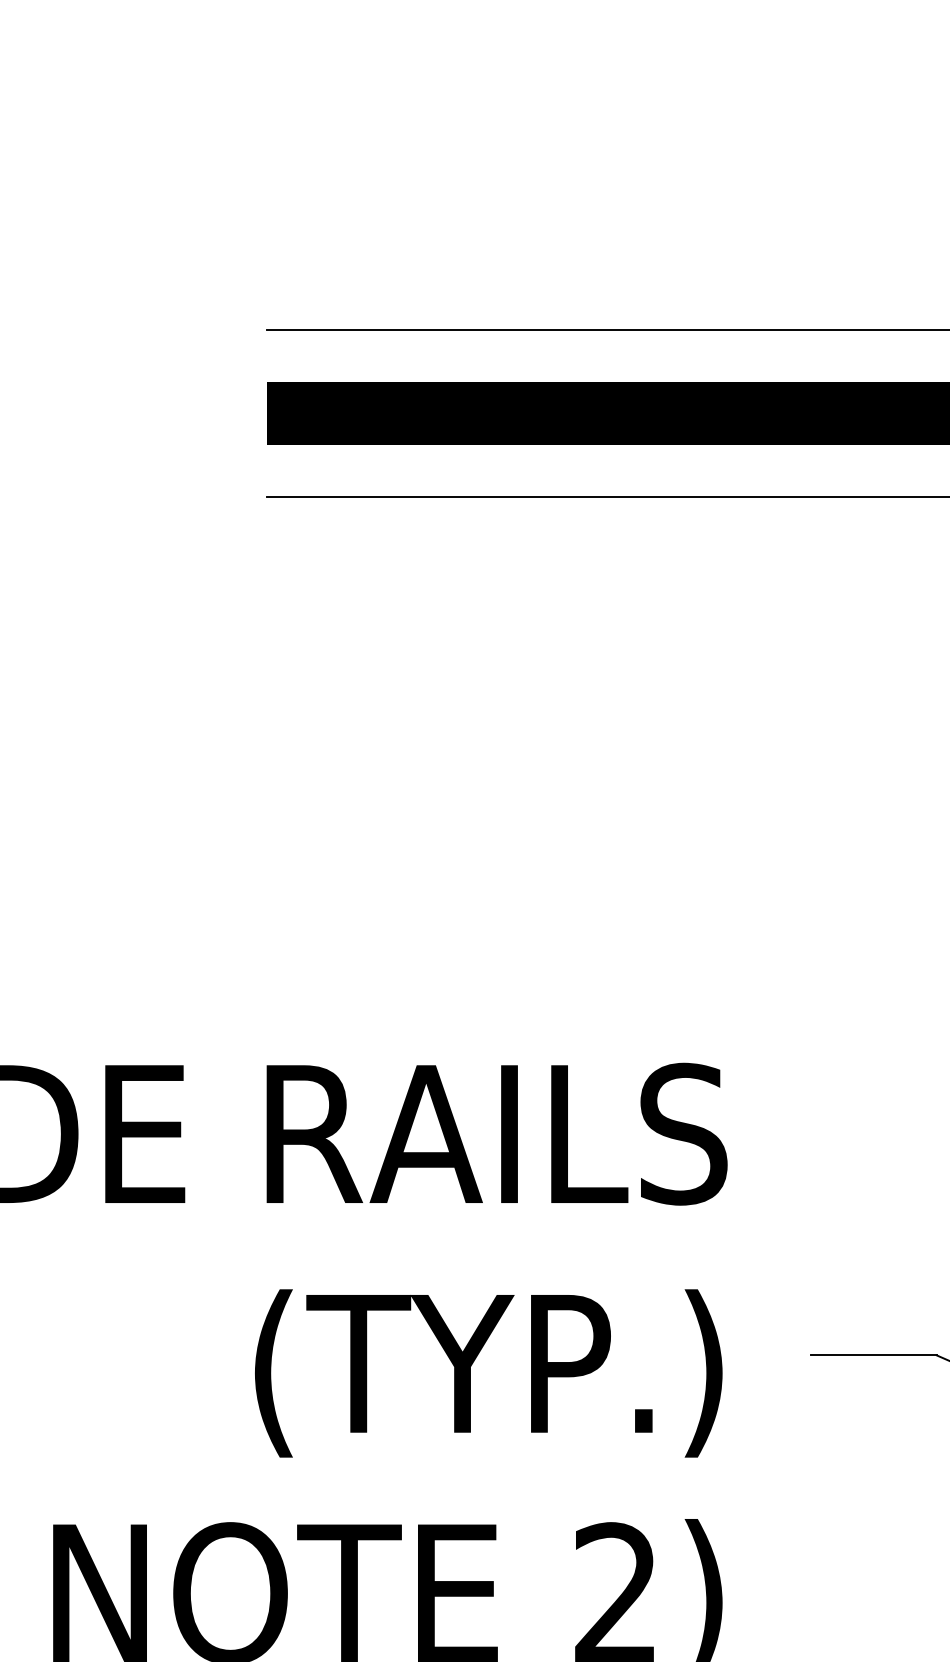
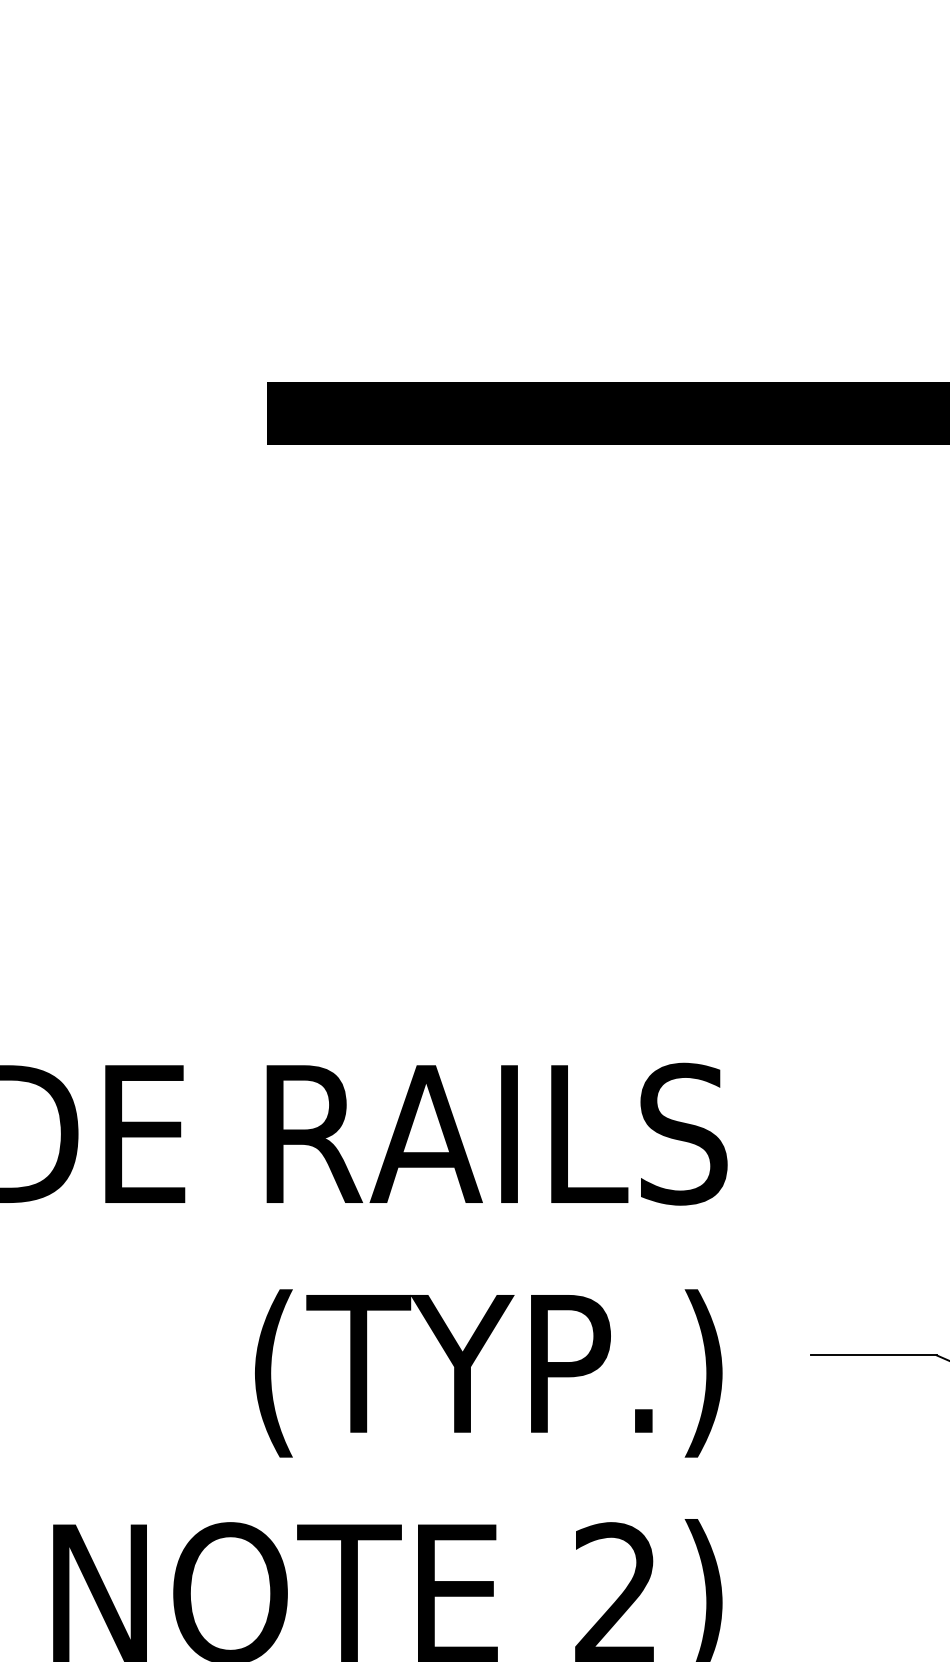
line at (606, 330): present -> none
line at (606, 496): present -> none
